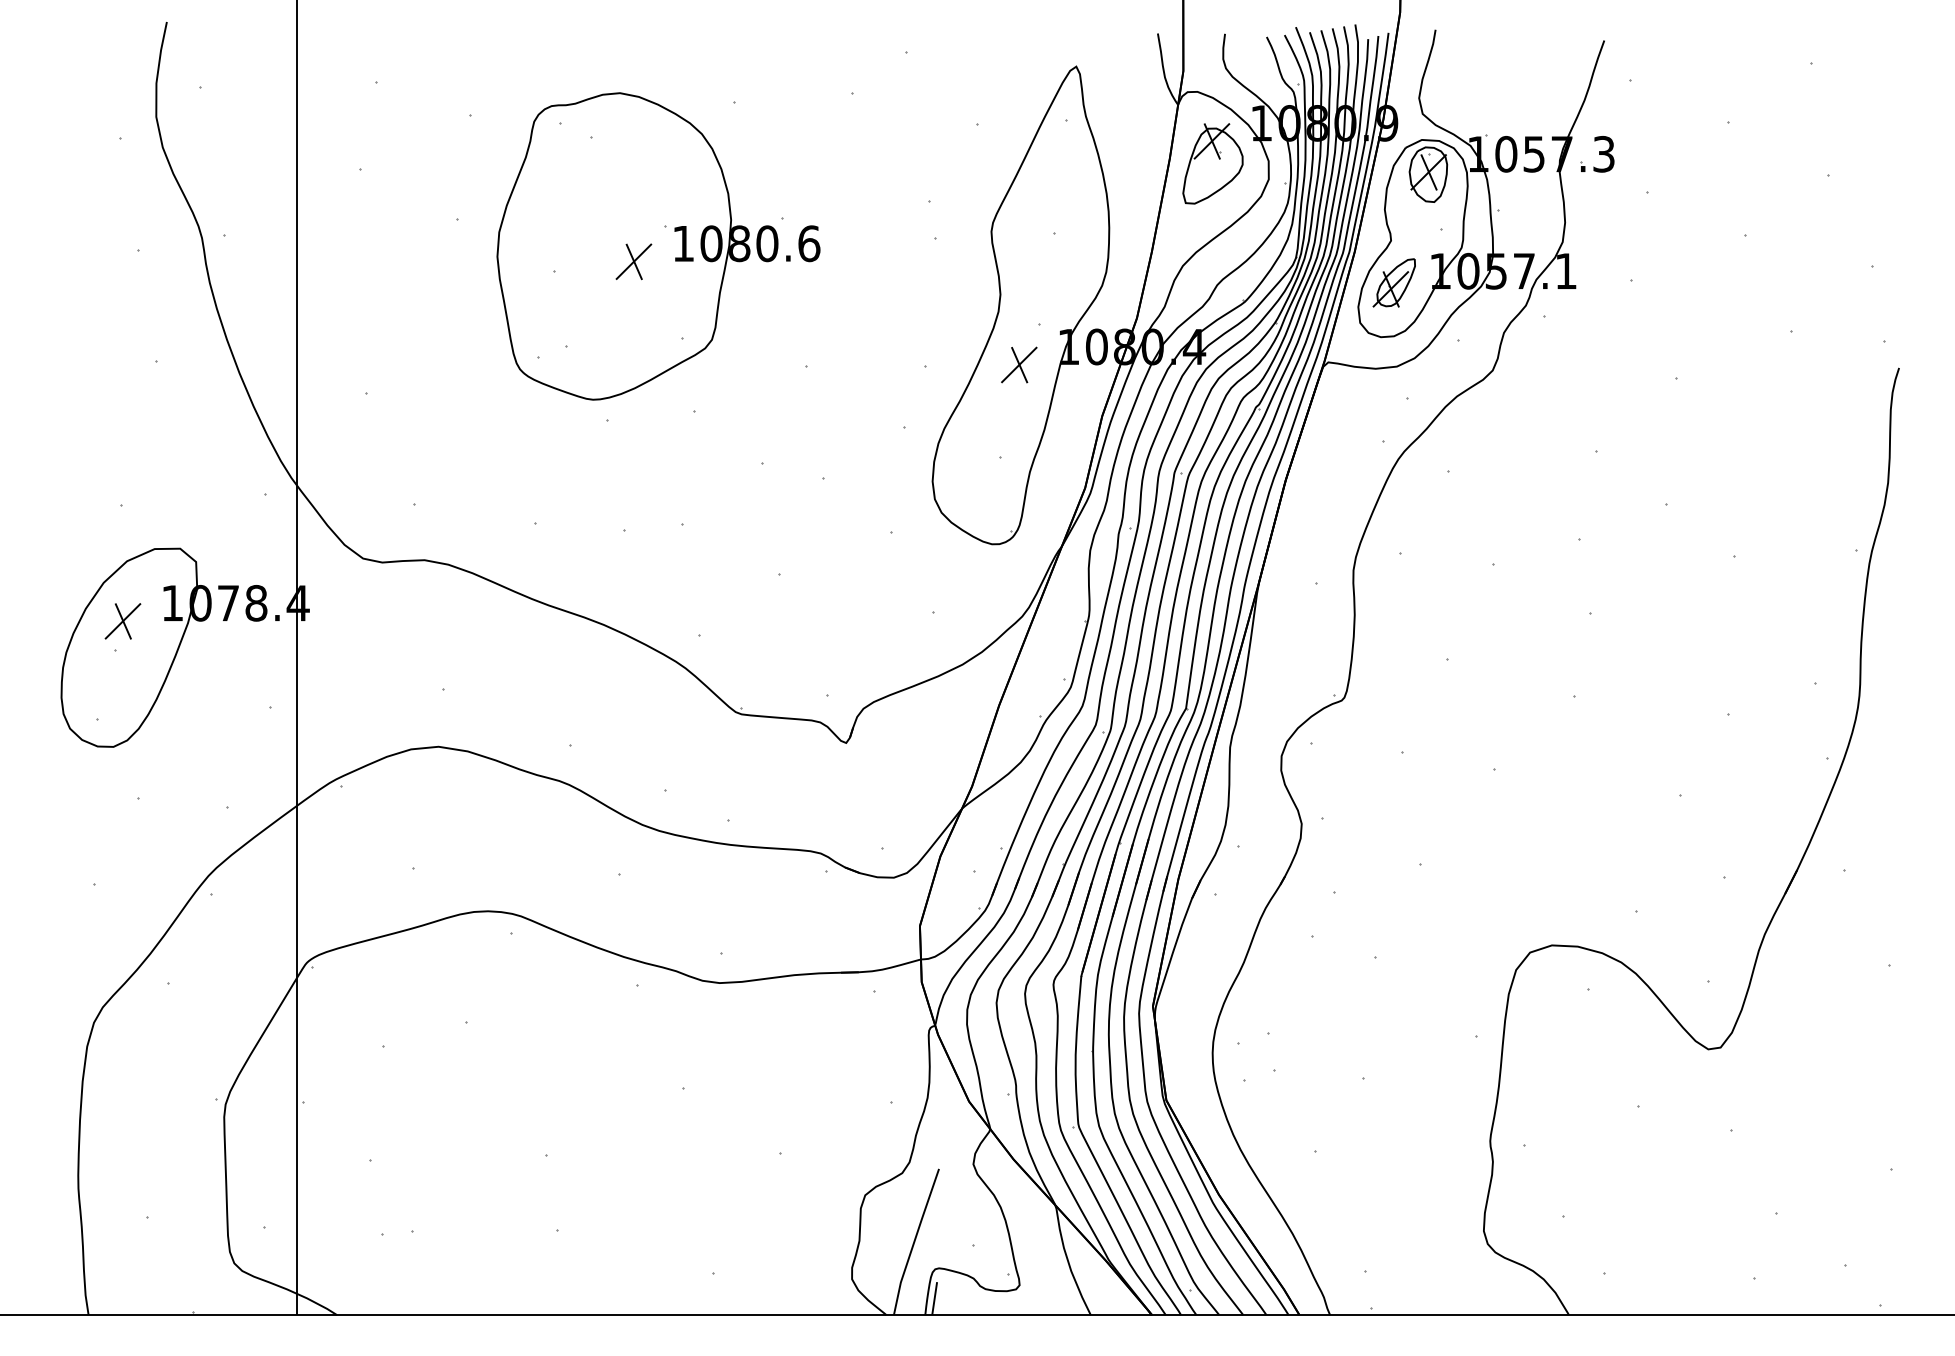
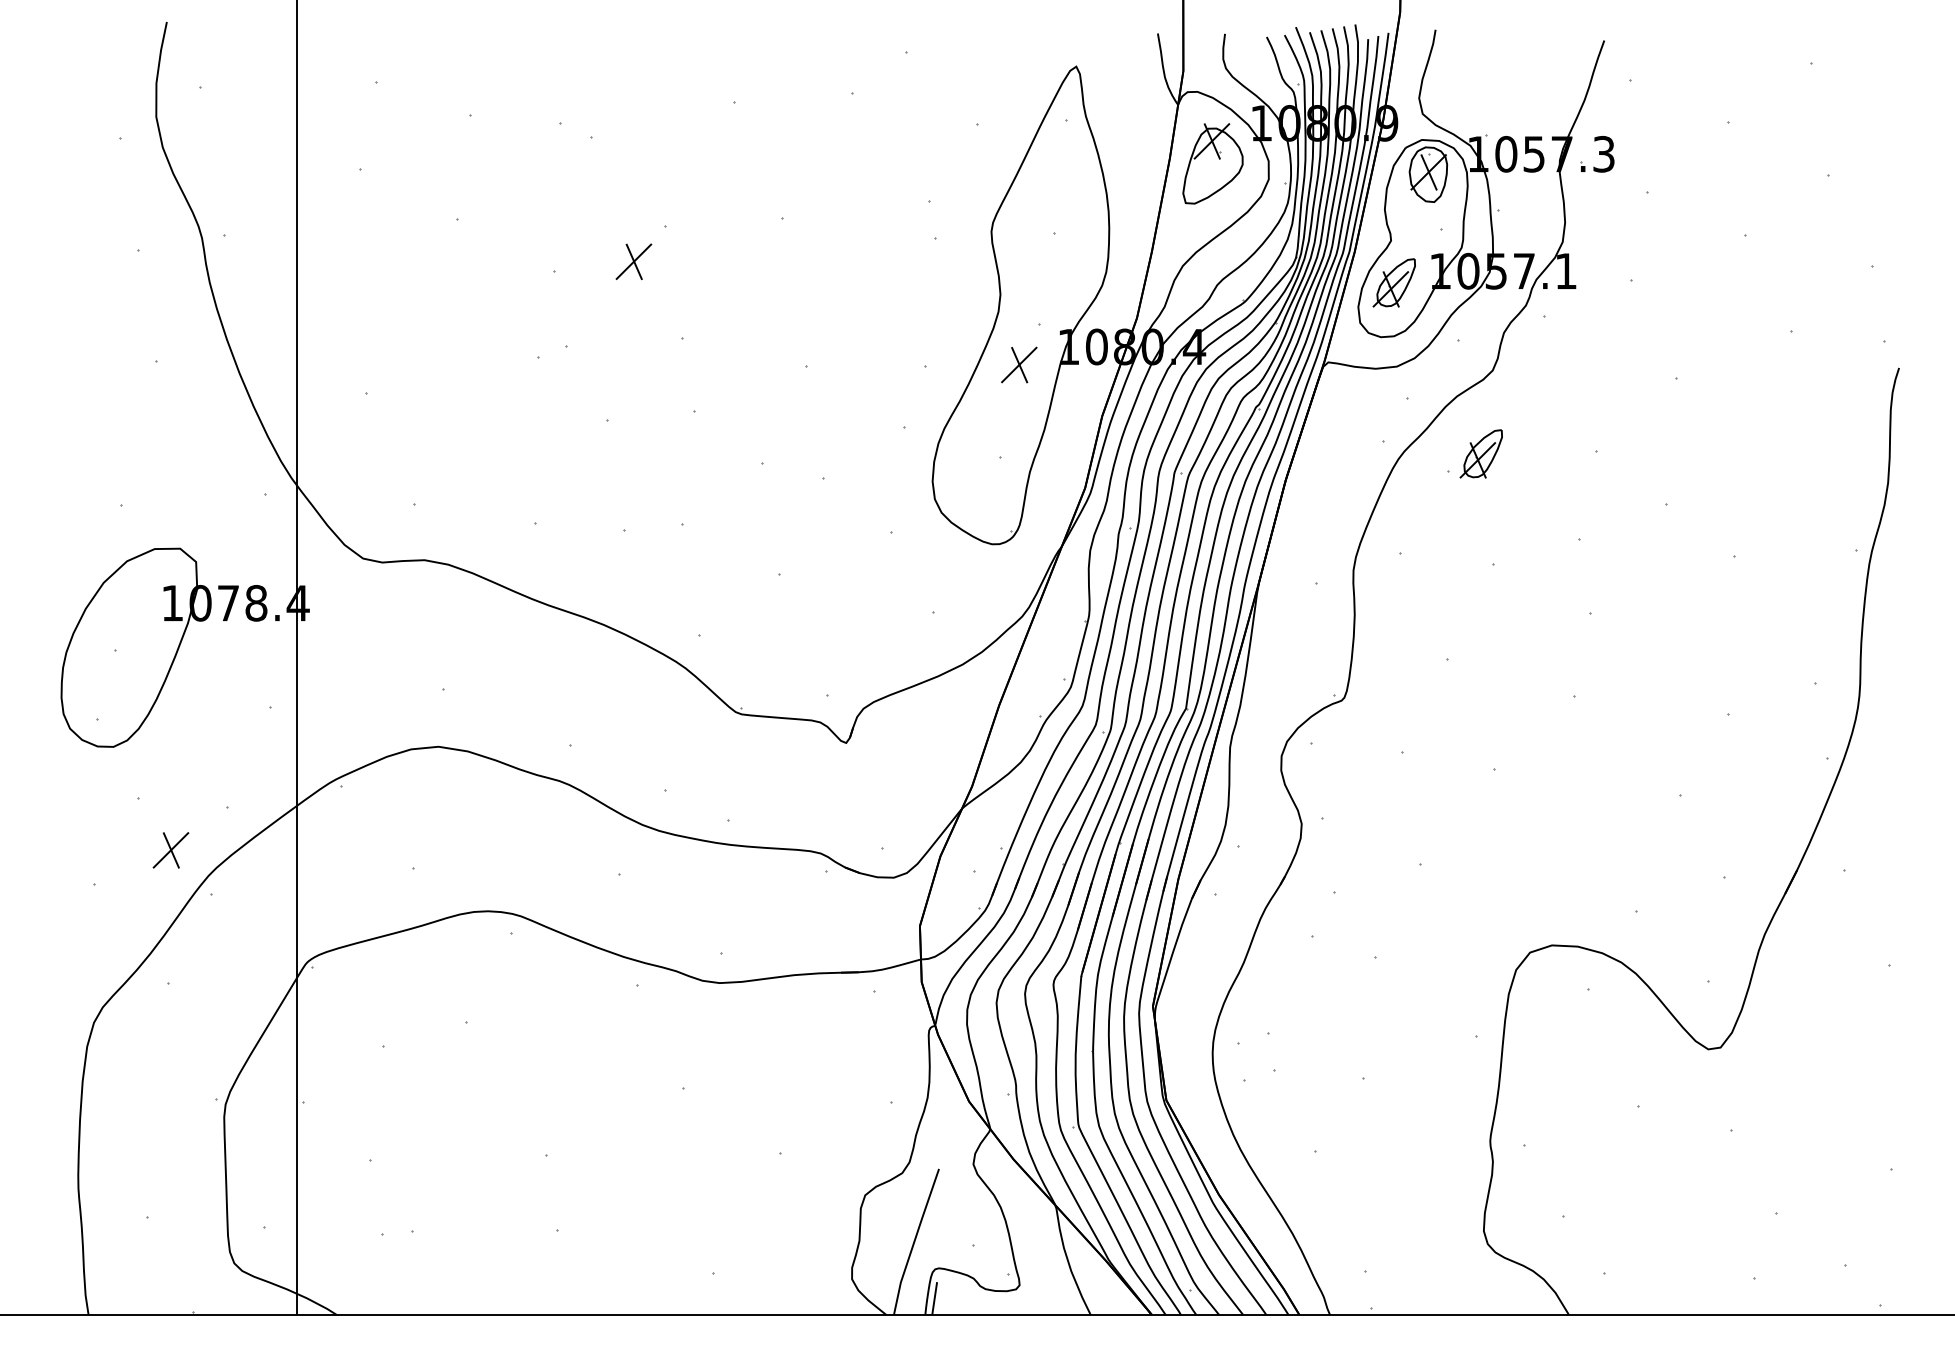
part at (658, 246): present -> none
part at (1480, 453): none -> present
part at (122, 621) position: (122, 621) -> (170, 850)
